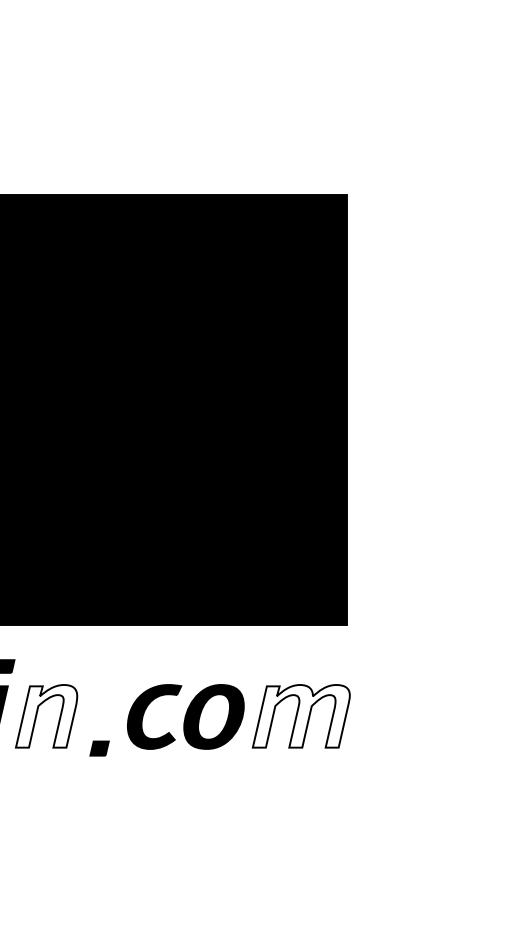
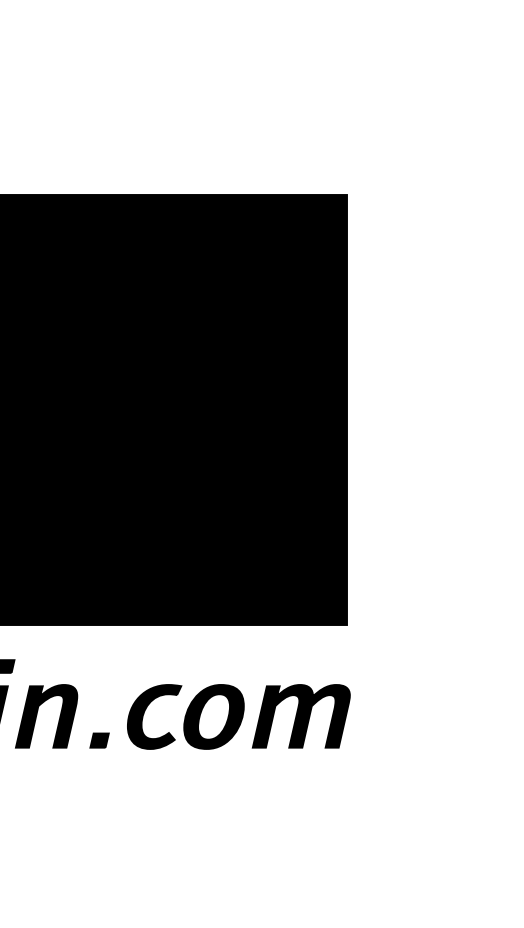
fill at (46, 716): none -> present
fill at (300, 716): none -> present
part at (99, 748) position: (99, 748) -> (99, 740)
